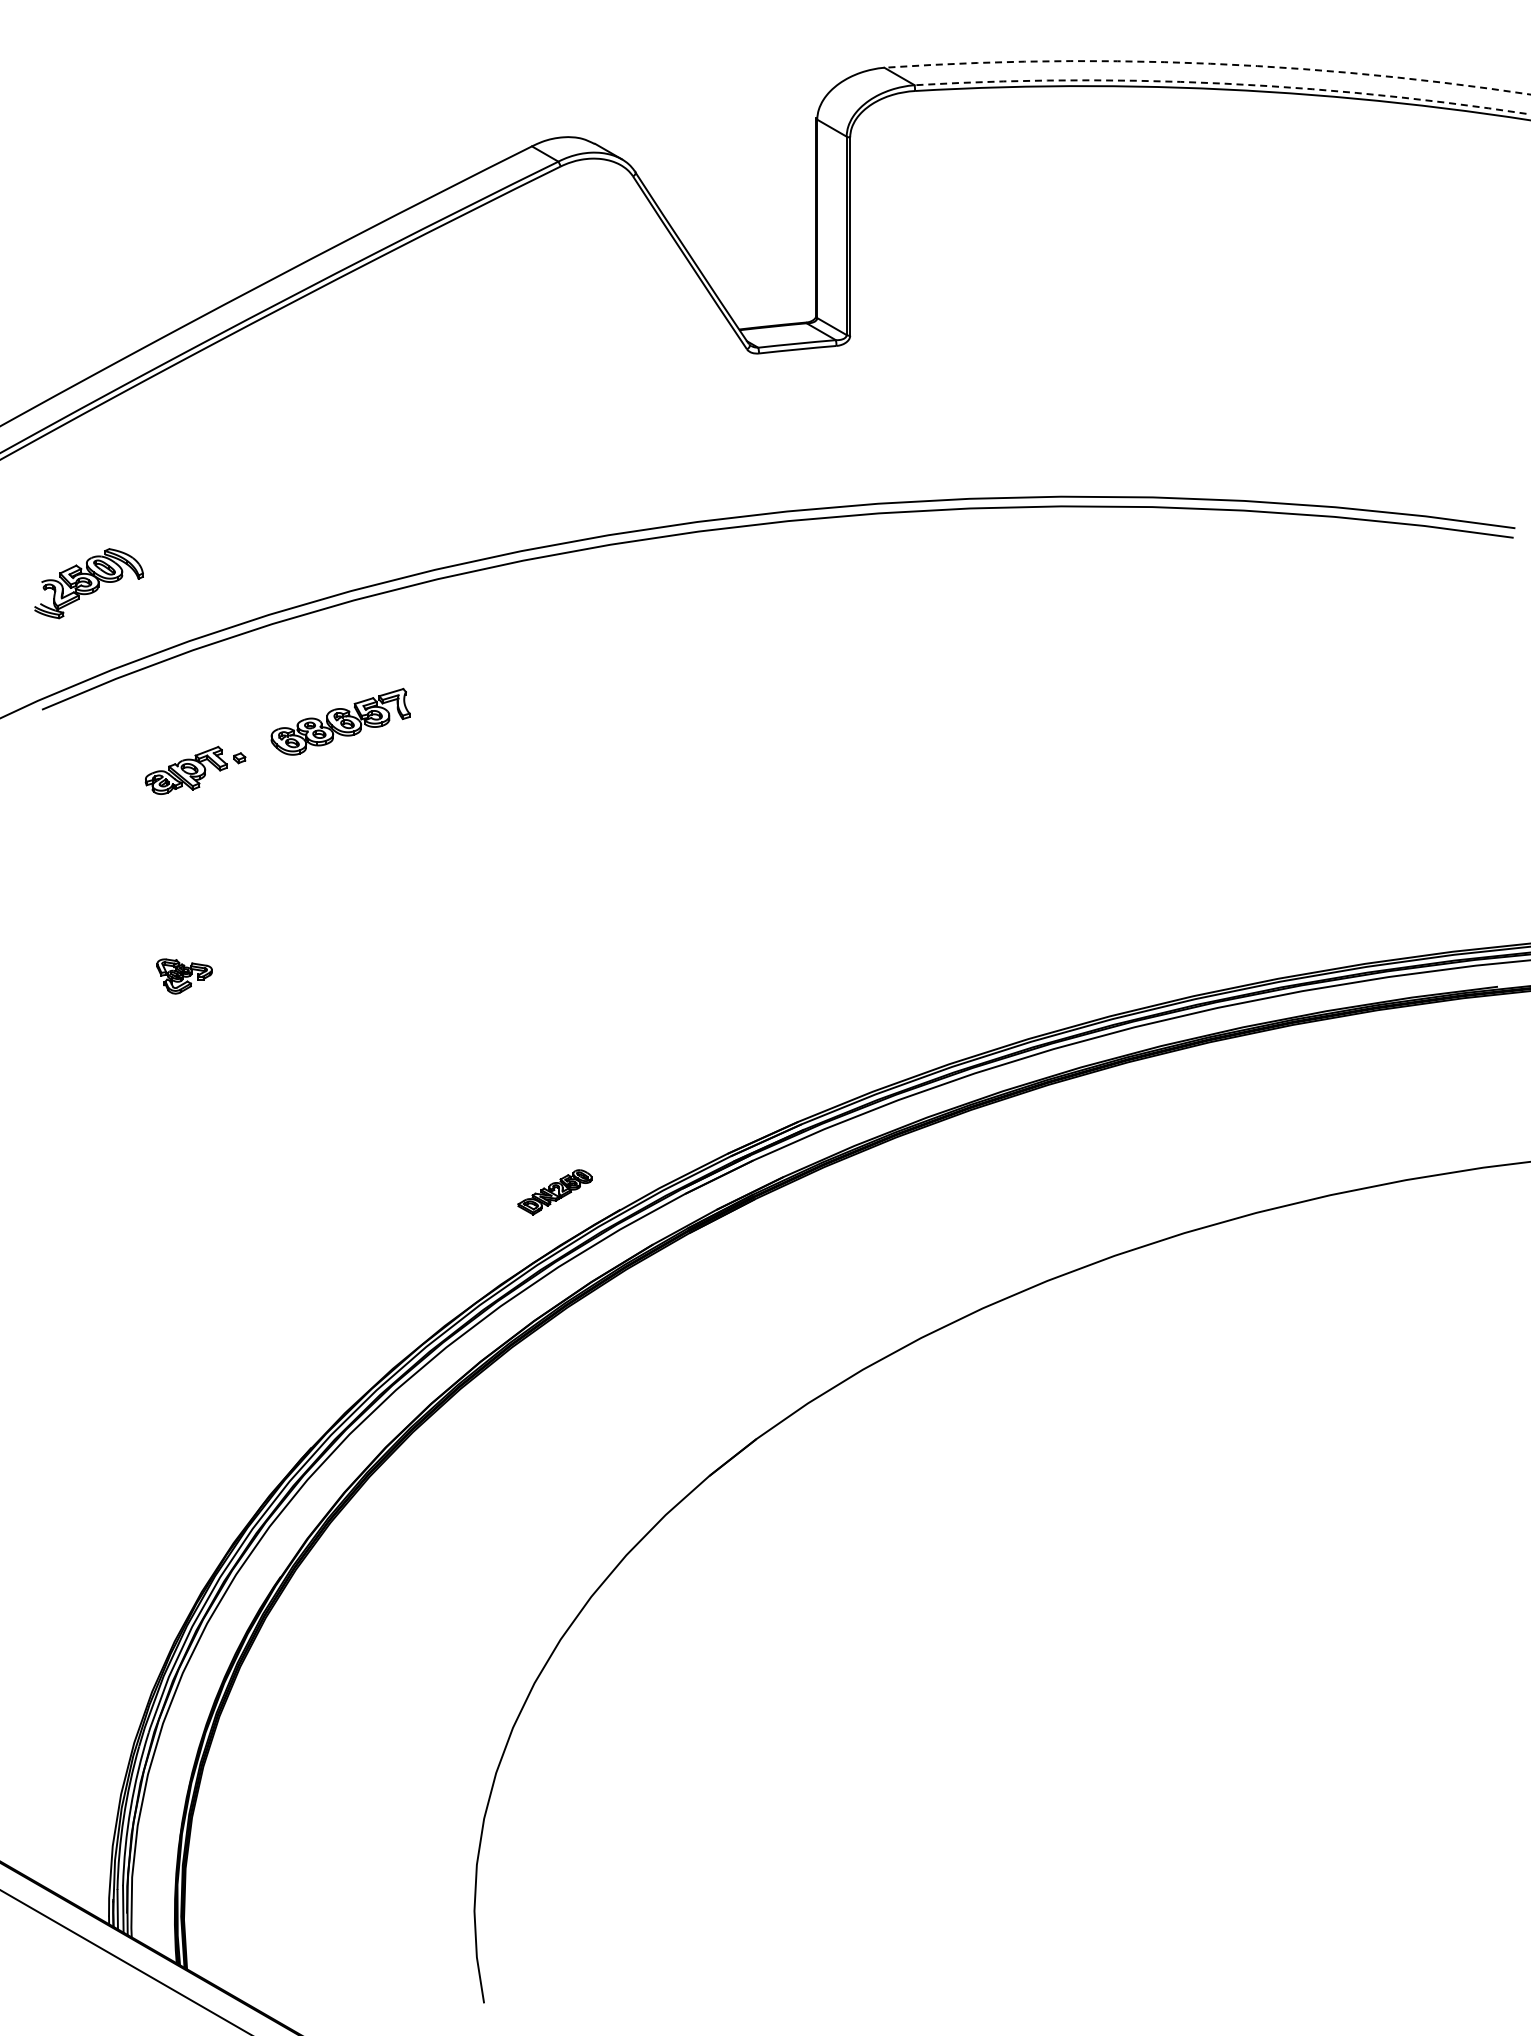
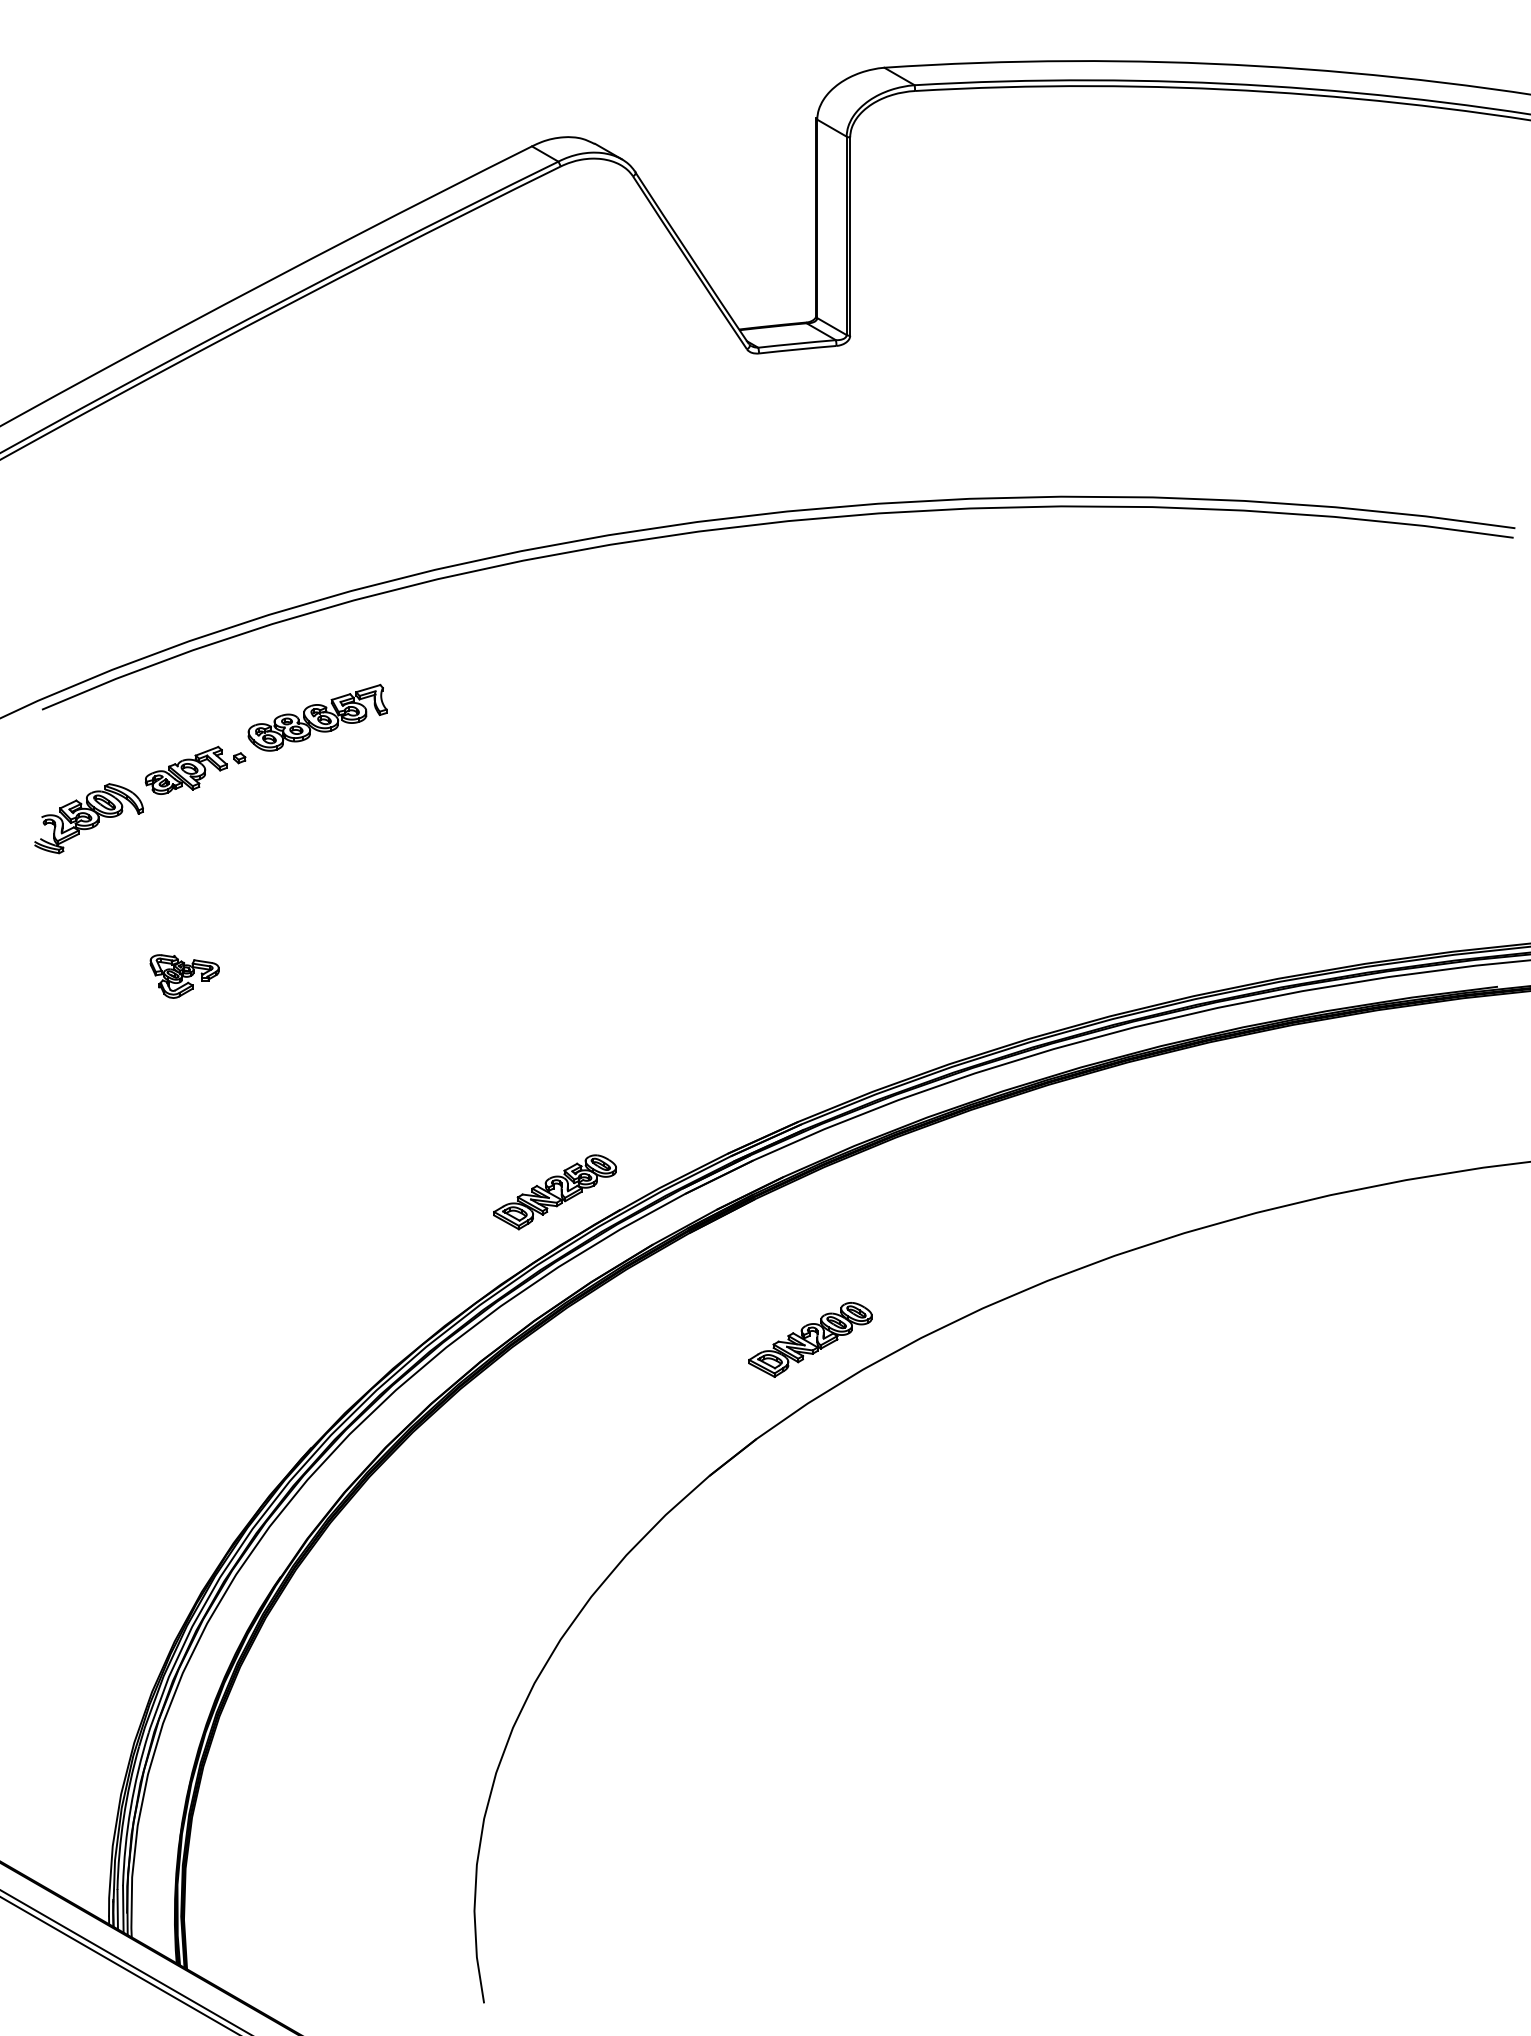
arc at (1208, 63): dashed -> solid
arc at (1223, 83): dashed -> solid
part at (88, 583) position: (88, 583) -> (88, 818)
part at (340, 721) position: (340, 721) -> (317, 717)
part at (184, 976) size: 57x37 px -> 71x45 px
part at (554, 1192) size: 76x47 px -> 124x77 px
part at (810, 1339): none -> present
line at (118, 1964): none -> present
